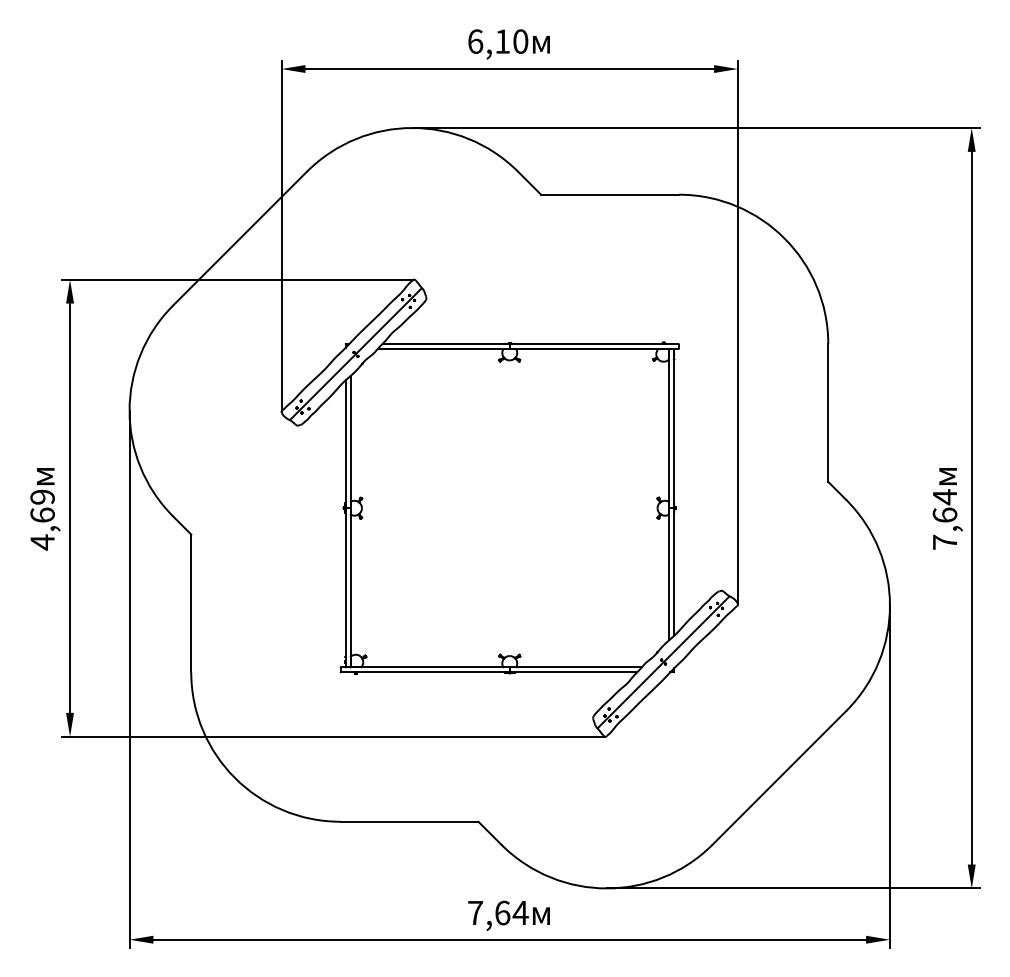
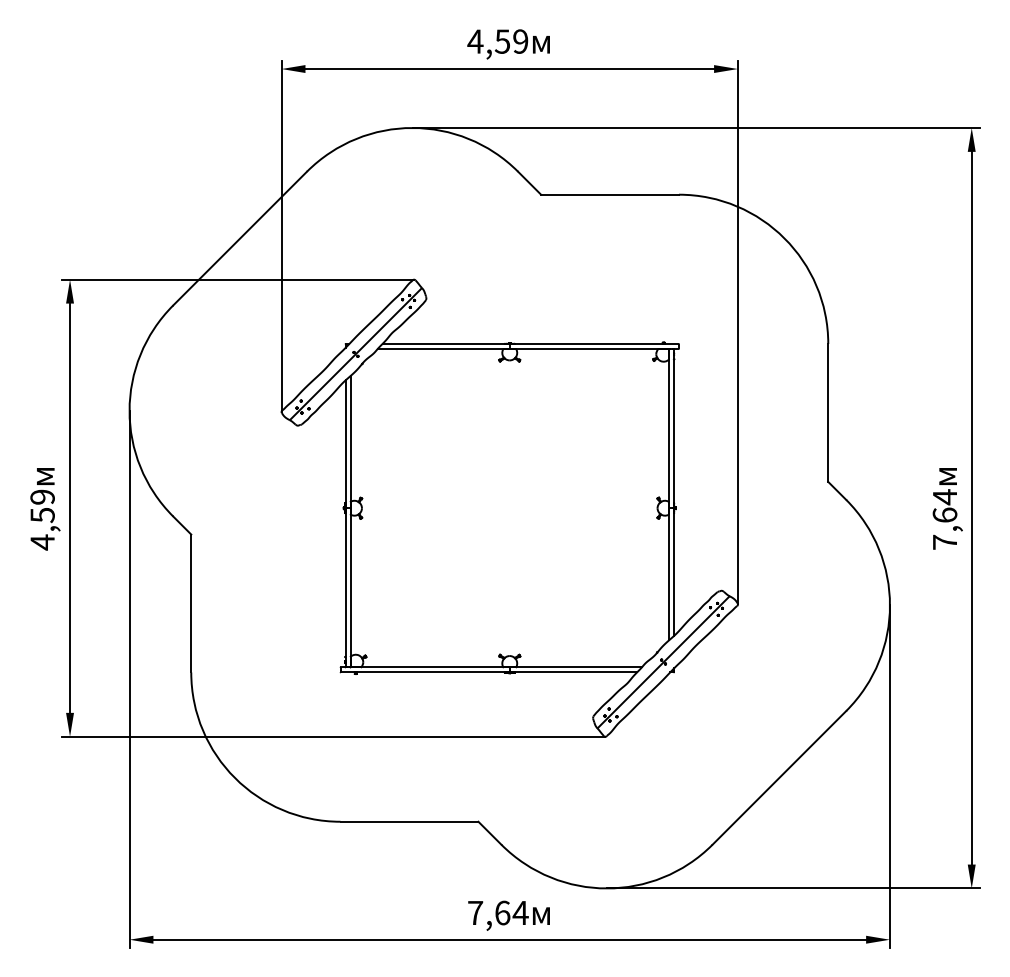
text at (497, 41): 6,10 -> 4,59
text at (42, 515): 4,69 -> 4,59
